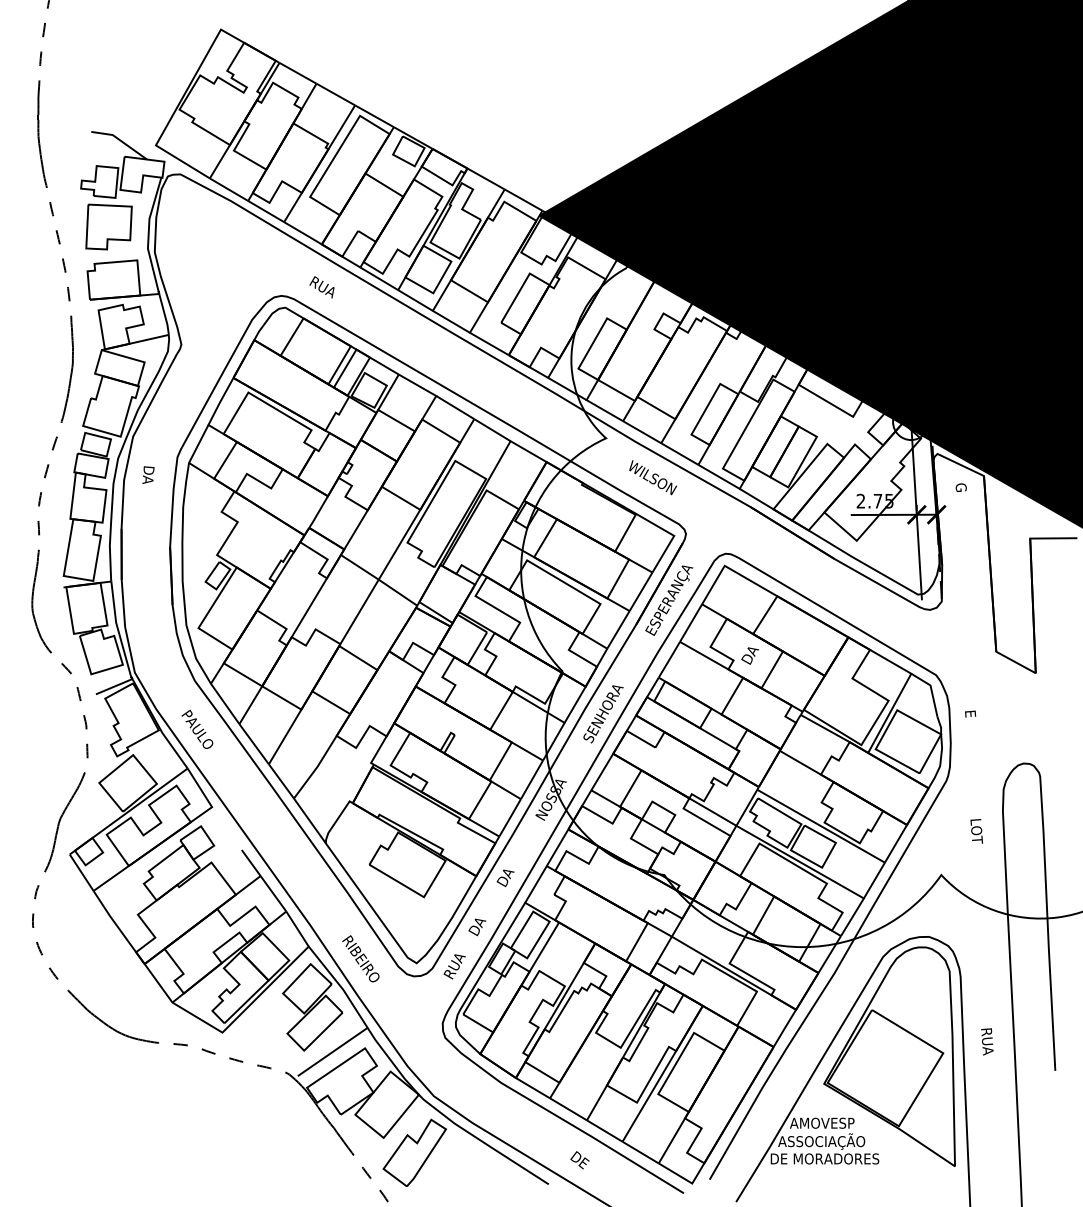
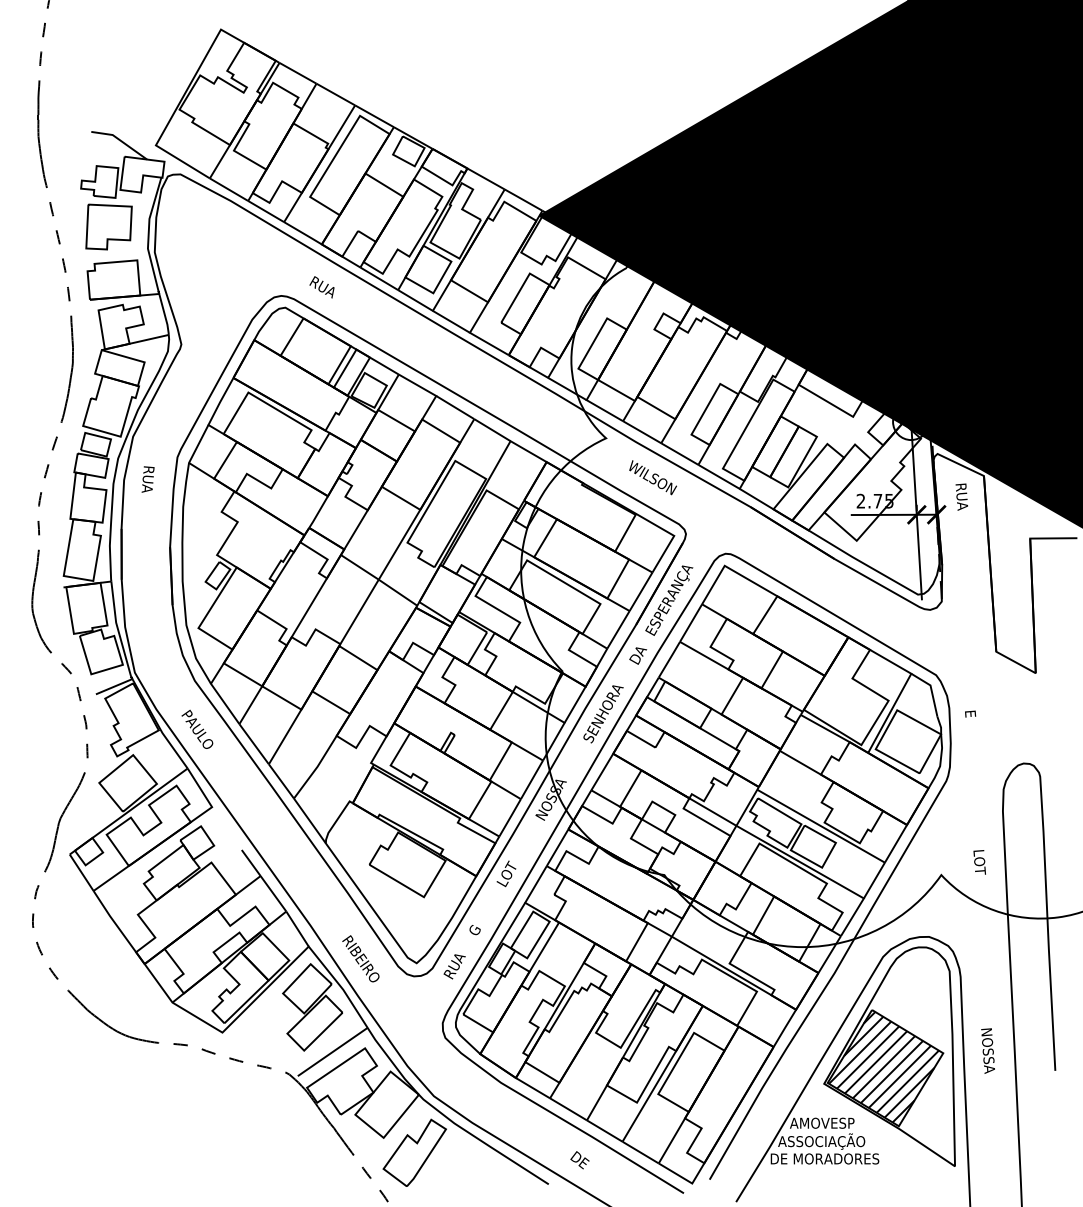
text at (147, 479): DA -> RUA
text at (961, 496): G -> RUA
text at (750, 655) position: (750, 655) -> (638, 655)
text at (976, 831) position: (976, 831) -> (979, 862)
text at (506, 871): DA -> LOT
text at (477, 927): DA -> G
text at (987, 1051): RUA -> NOSSA
hatch at (883, 1066): none -> present
